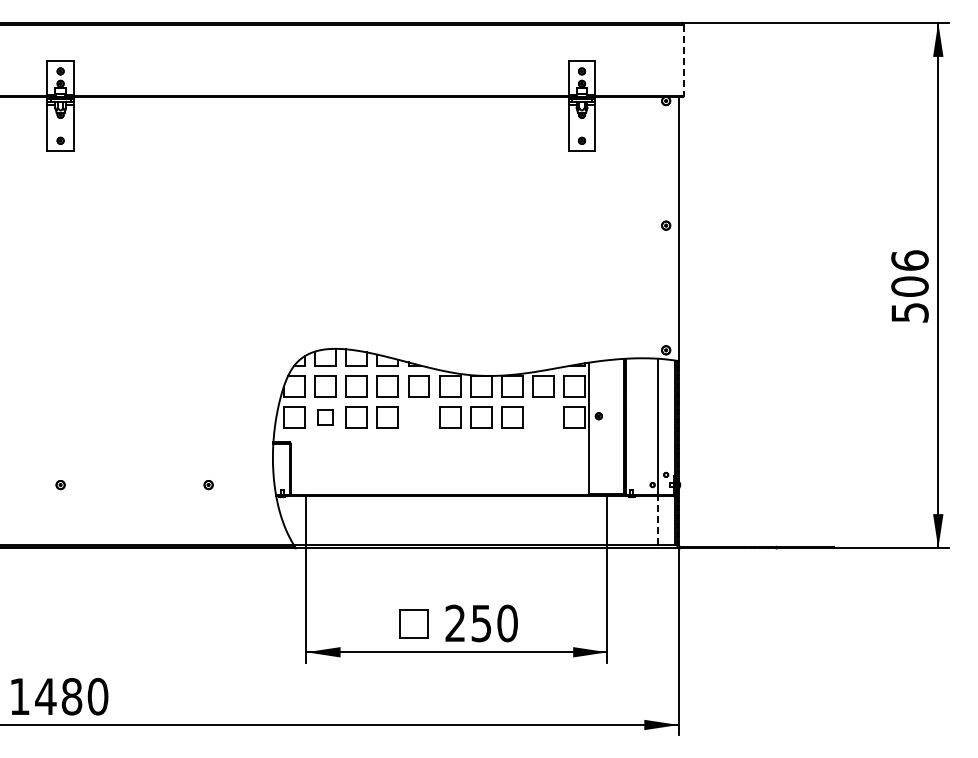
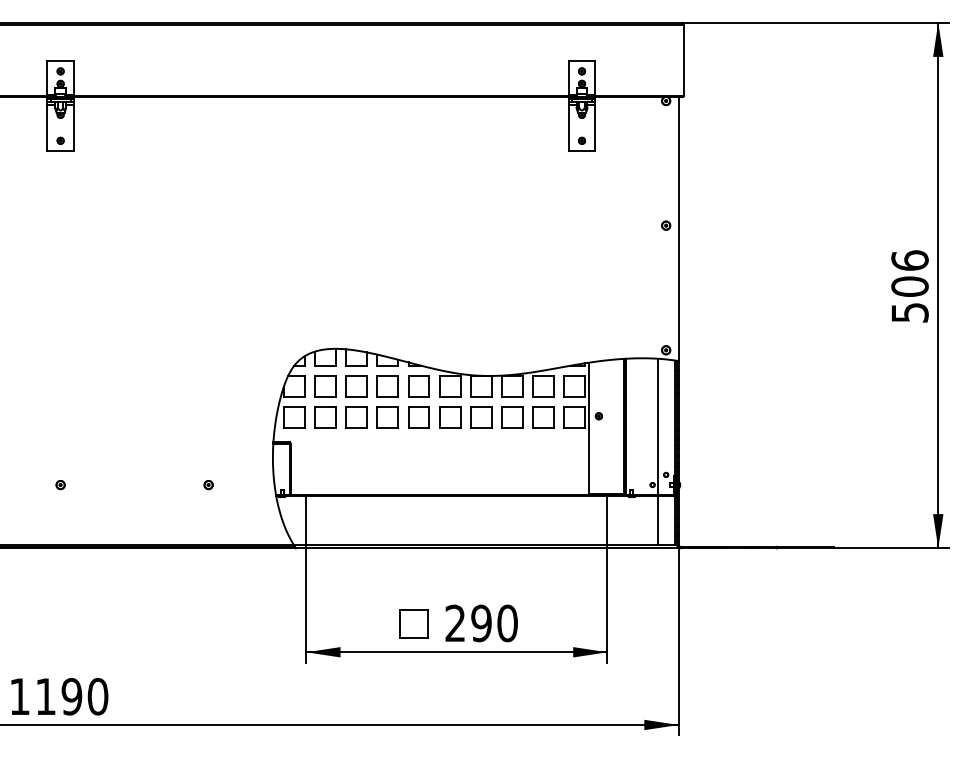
line at (683, 60): dashed -> solid
part at (325, 417) size: 17x17 px -> 23x23 px
part at (418, 417): none -> present
part at (543, 417): none -> present
line at (657, 520): dashed -> solid
text at (481, 623): 250 -> 290
text at (58, 696): 1480 -> 1190
